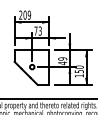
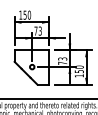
text at (24, 14): 209 -> 150
text at (62, 61): 49 -> 73
